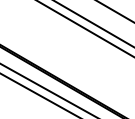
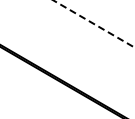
line at (114, 11): present -> none
line at (93, 23): solid -> dashed
line at (85, 28): present -> none
line at (47, 90): present -> none
line at (39, 94): present -> none
